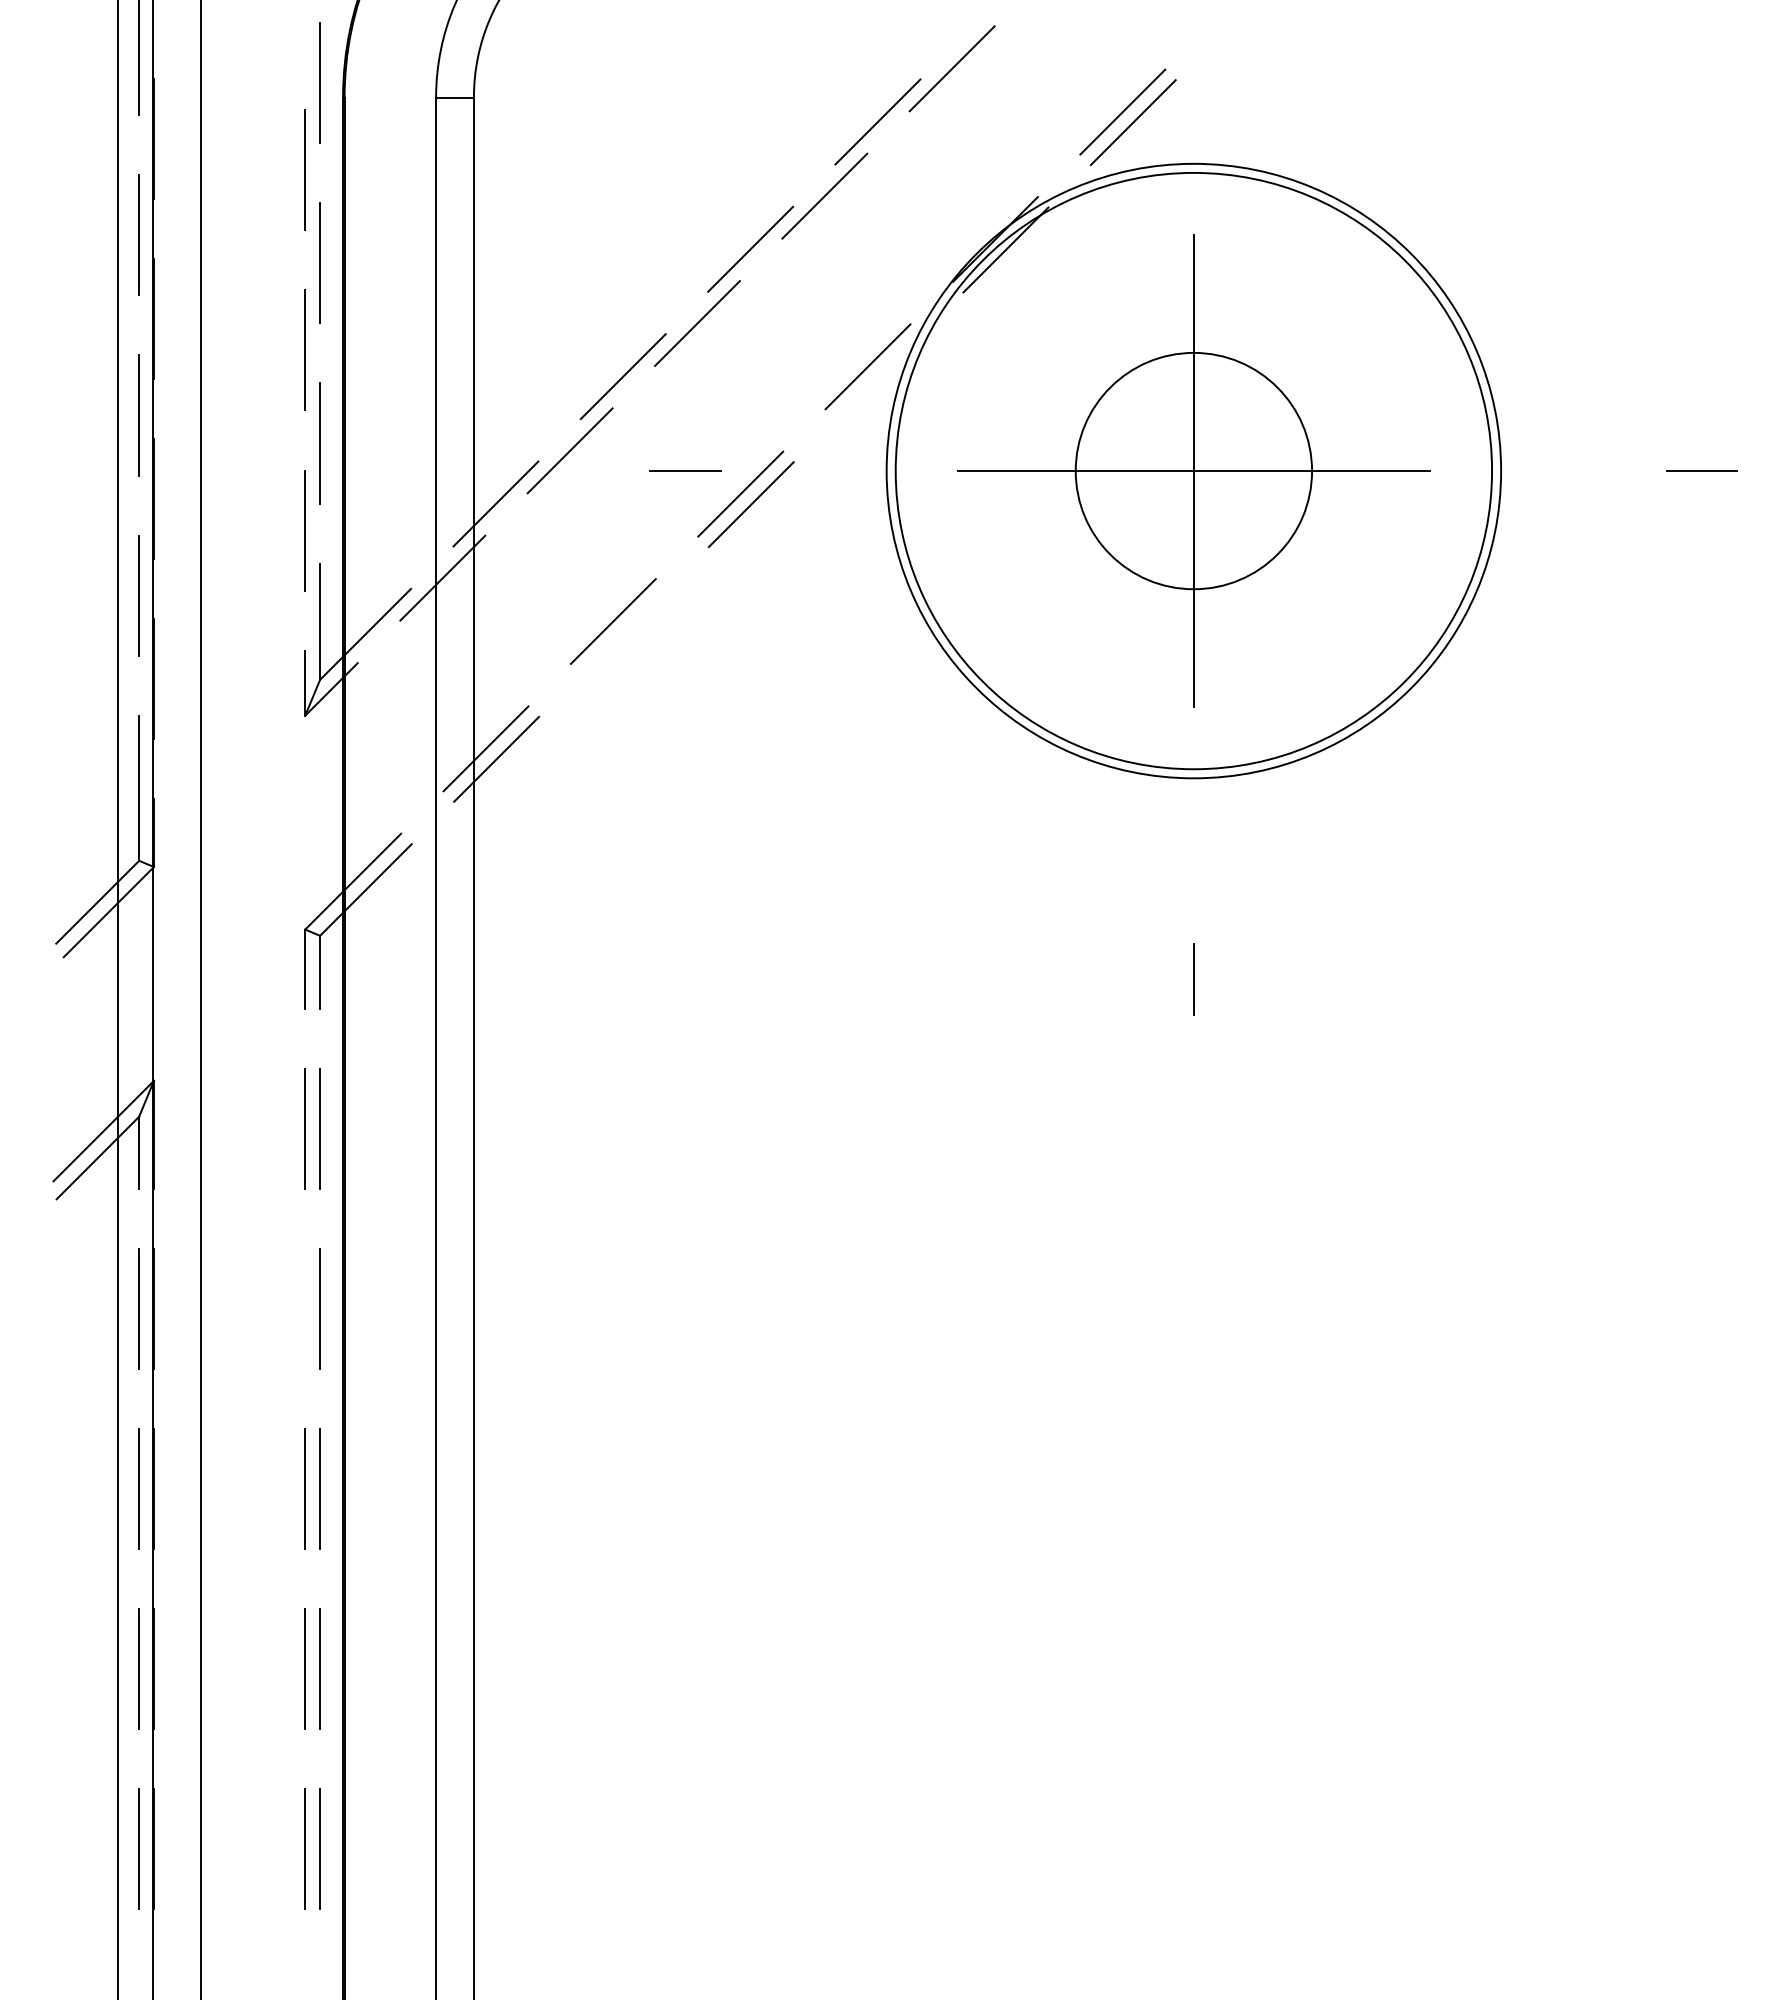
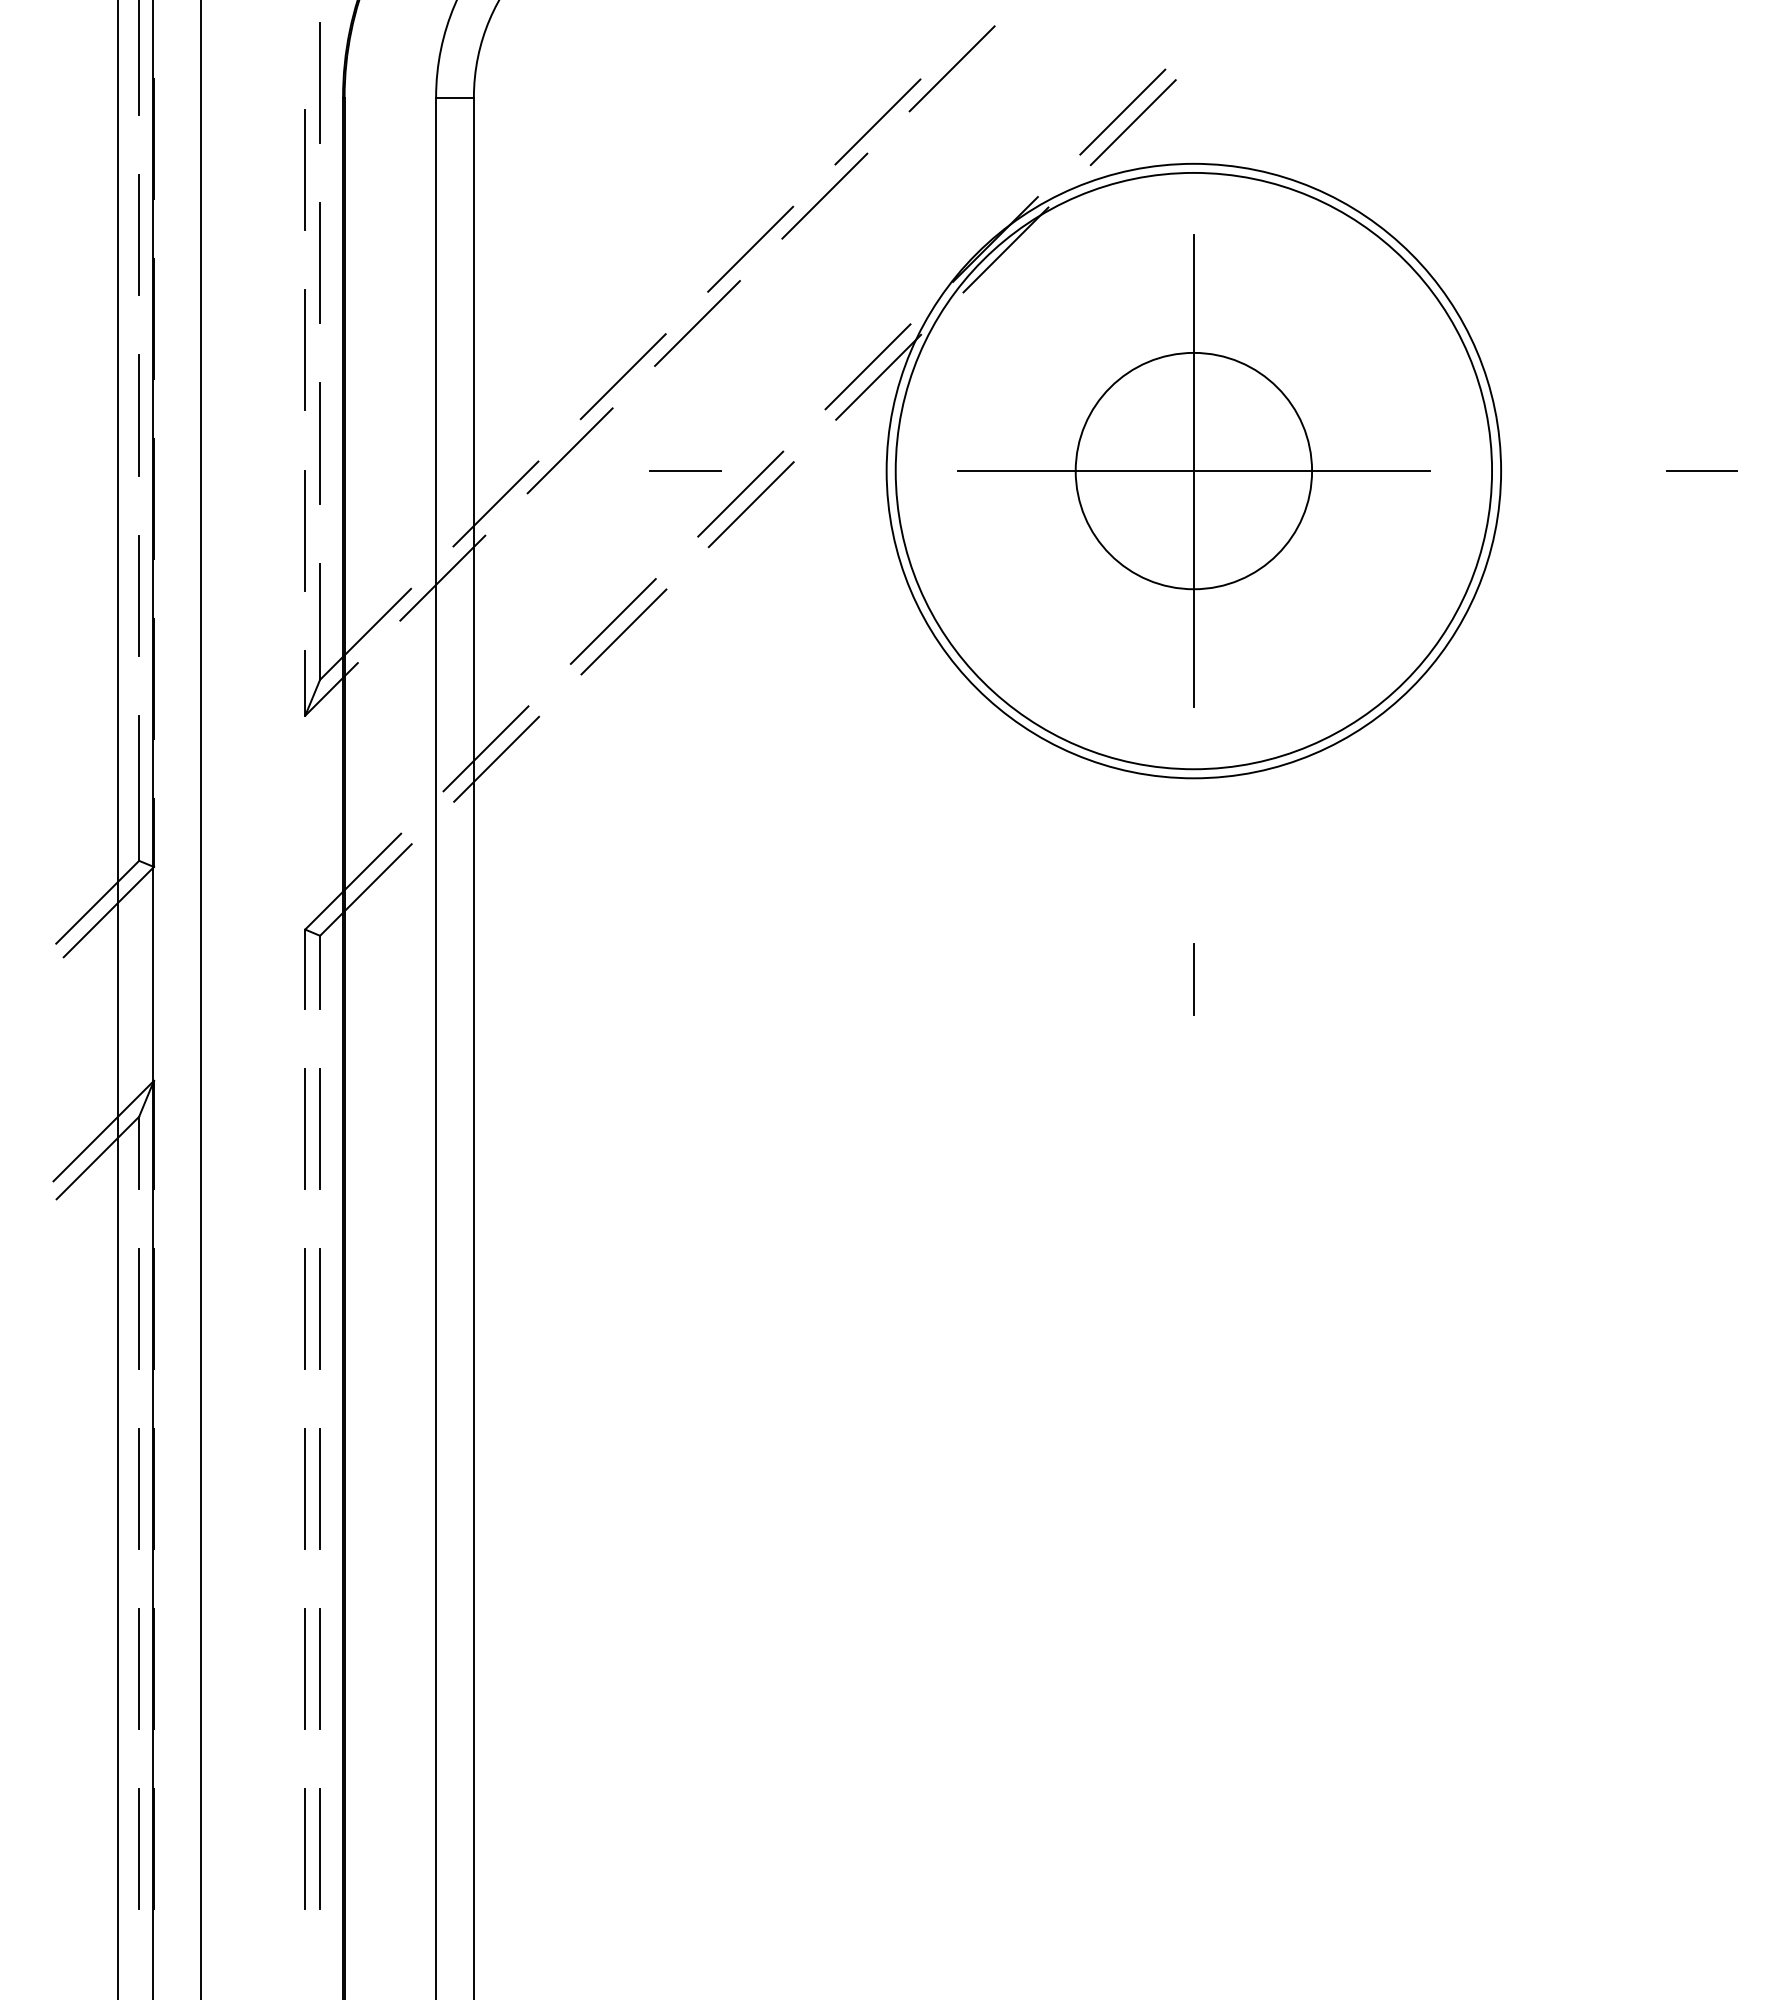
line at (878, 376): none -> present
line at (623, 631): none -> present
line at (305, 1308): none -> present
